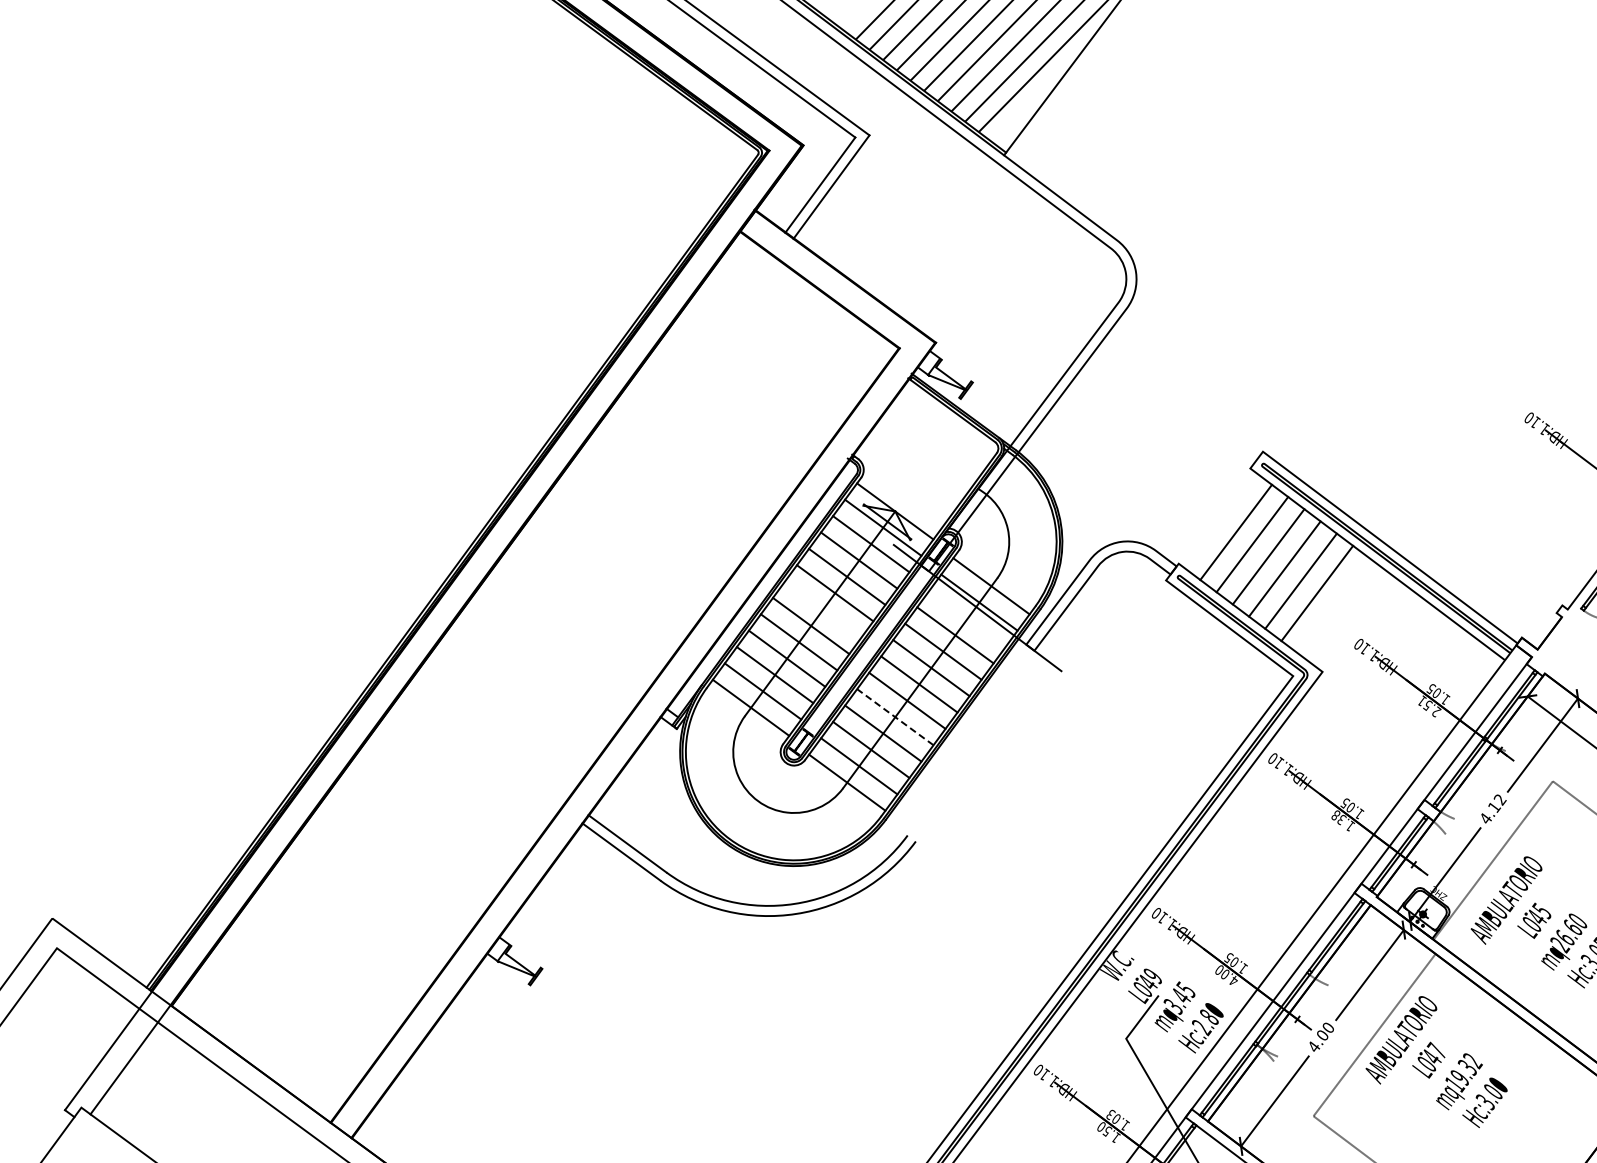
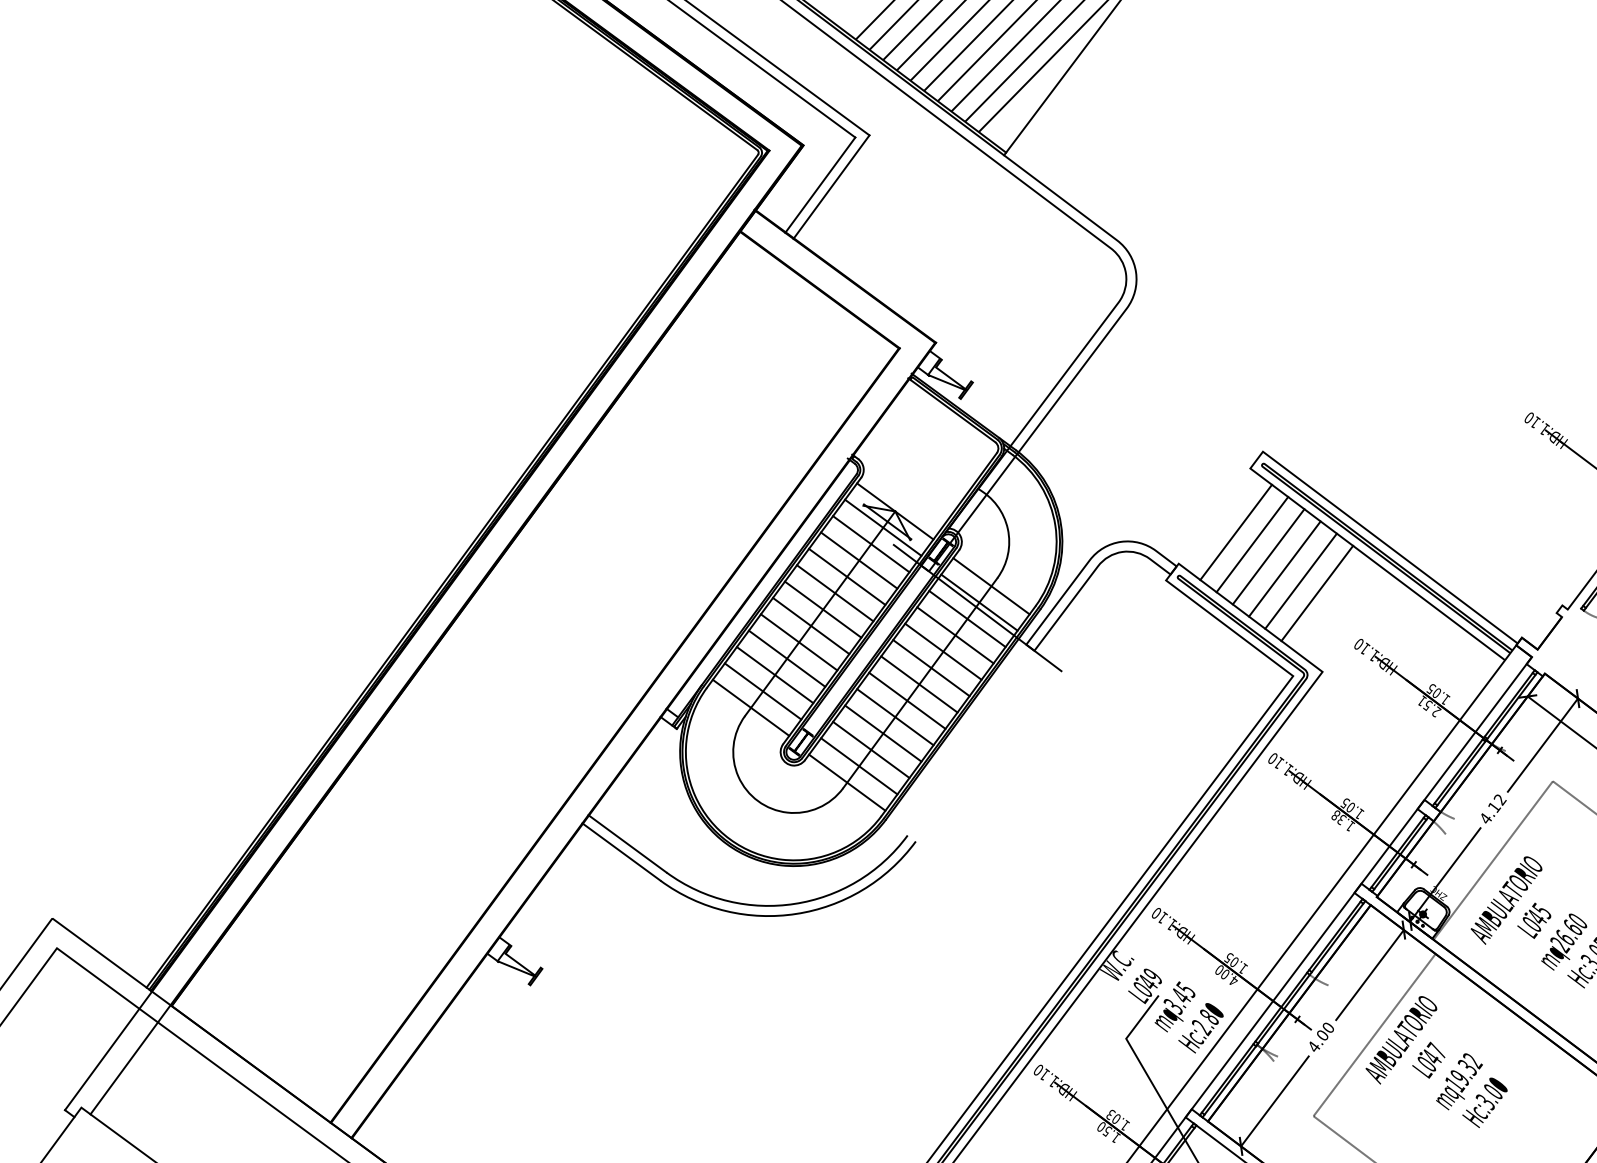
line at (822, 609): none -> present
line at (967, 618): none -> present
line at (894, 716): dashed -> solid
